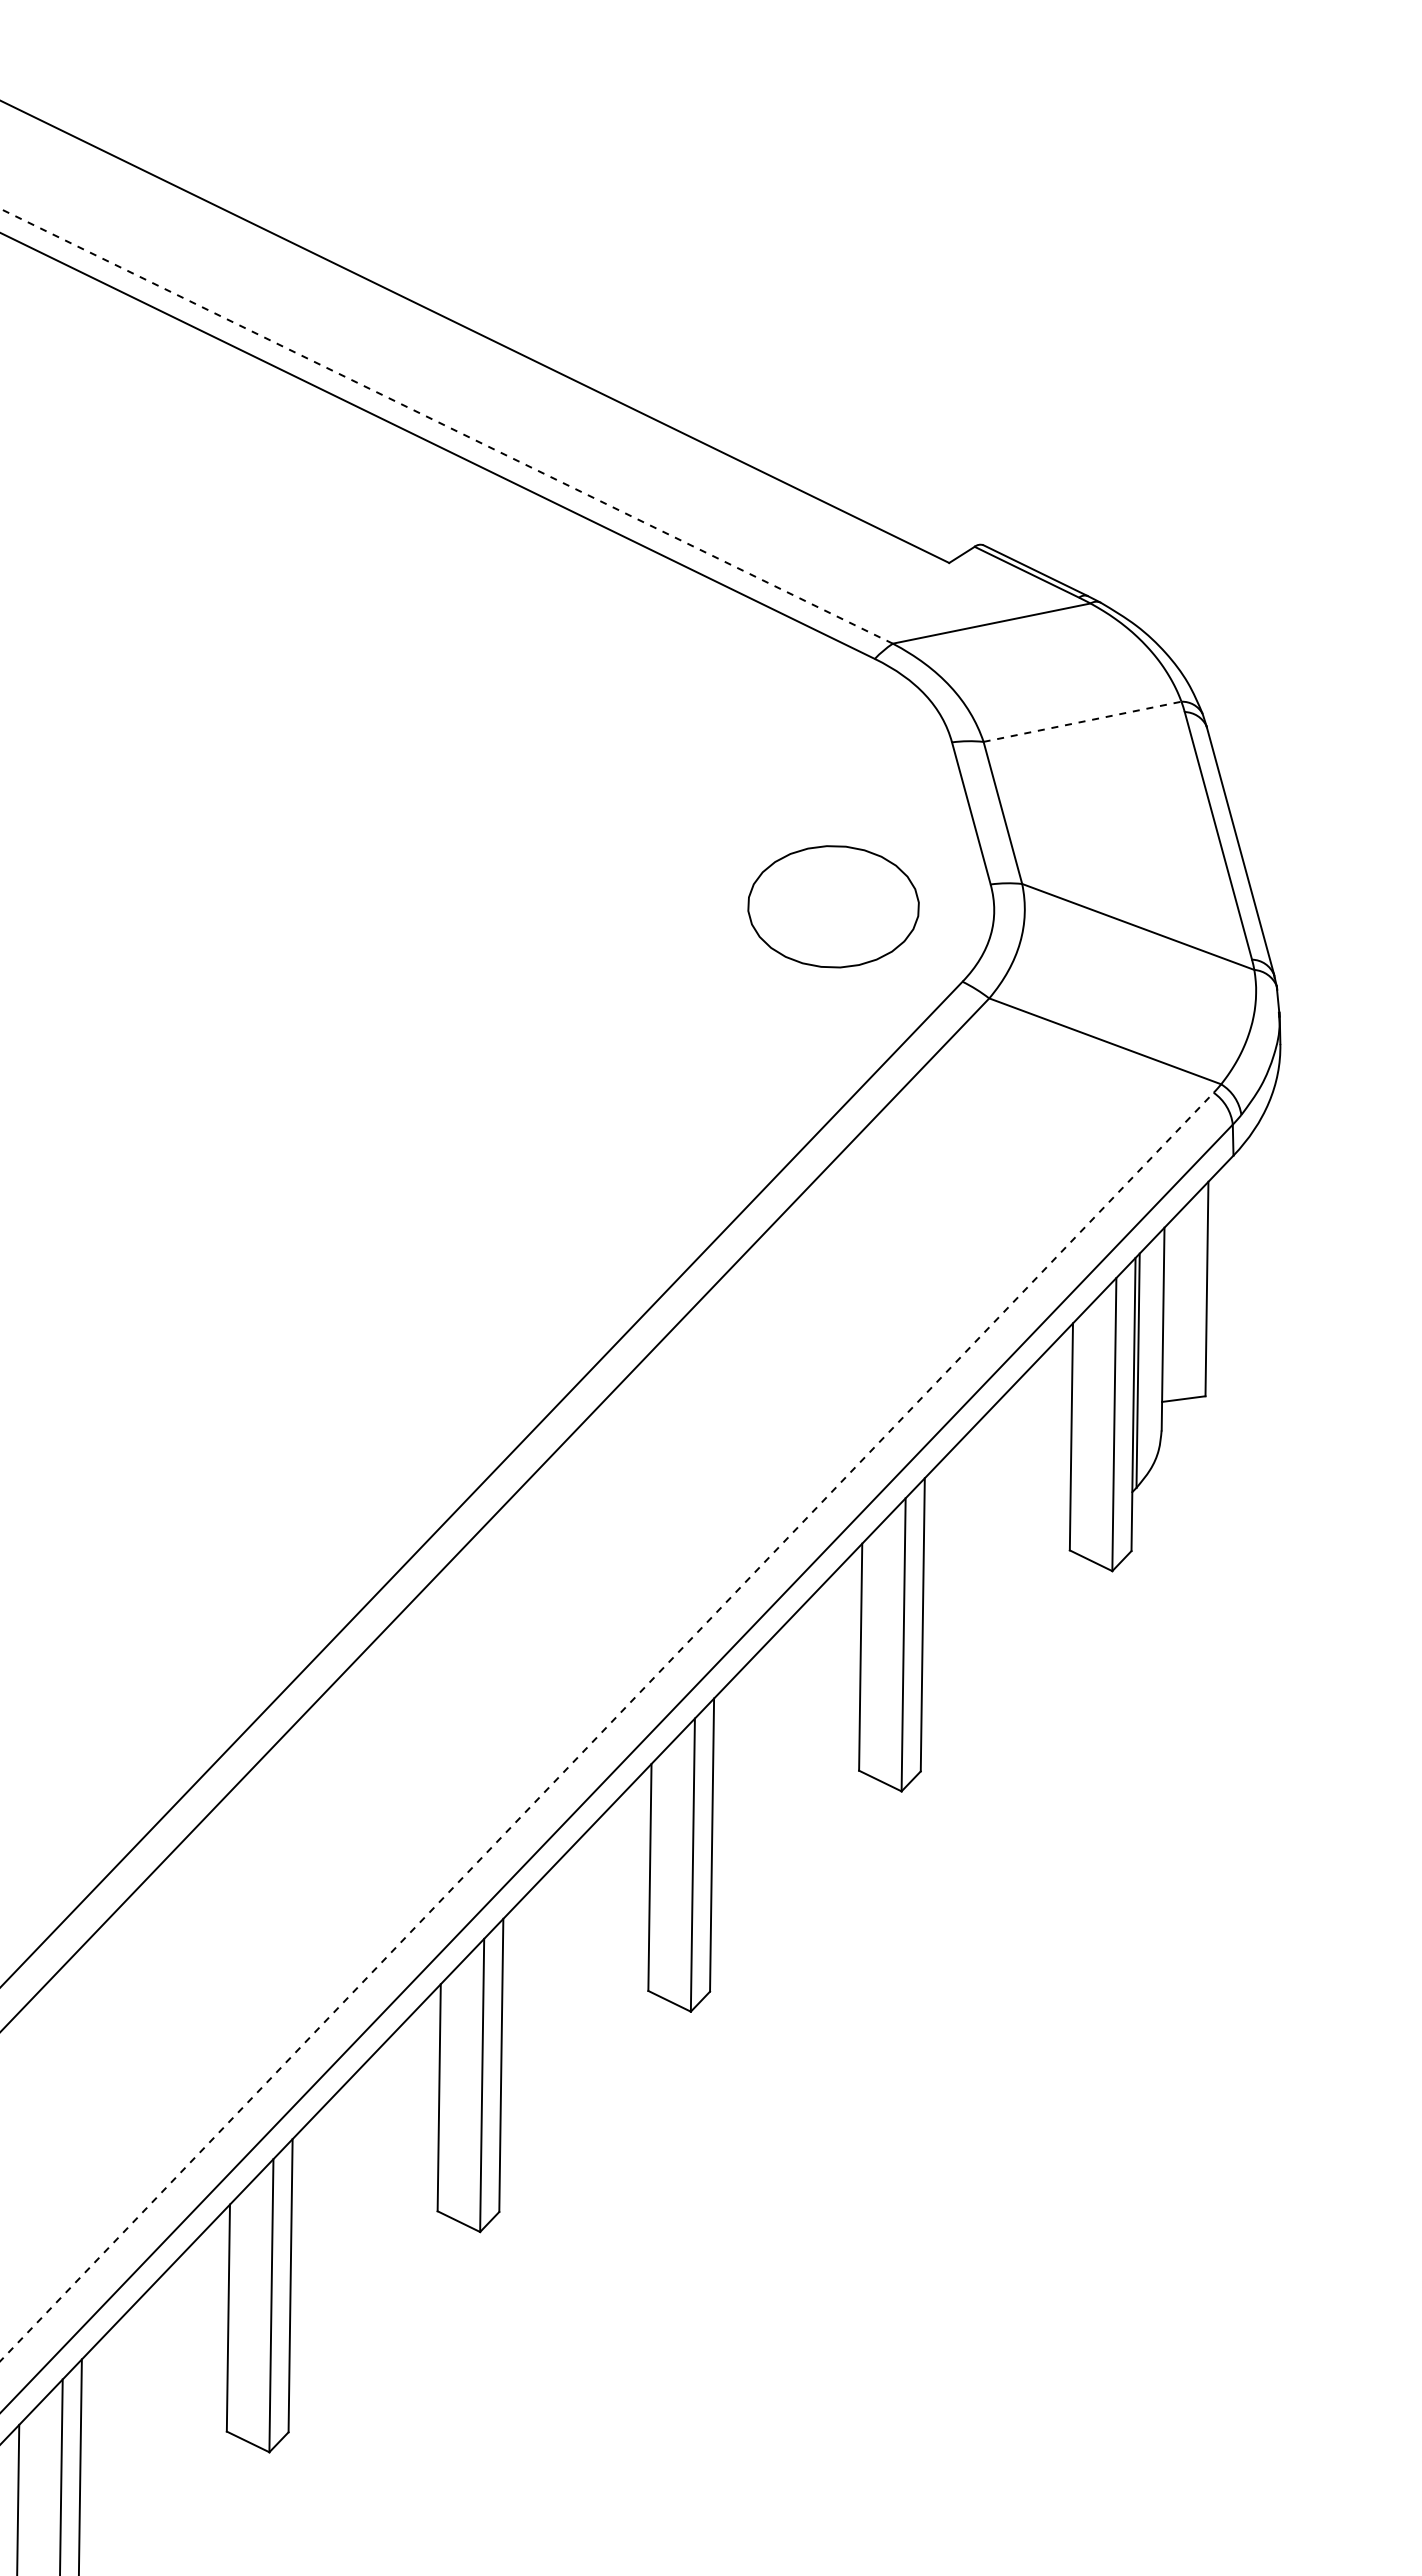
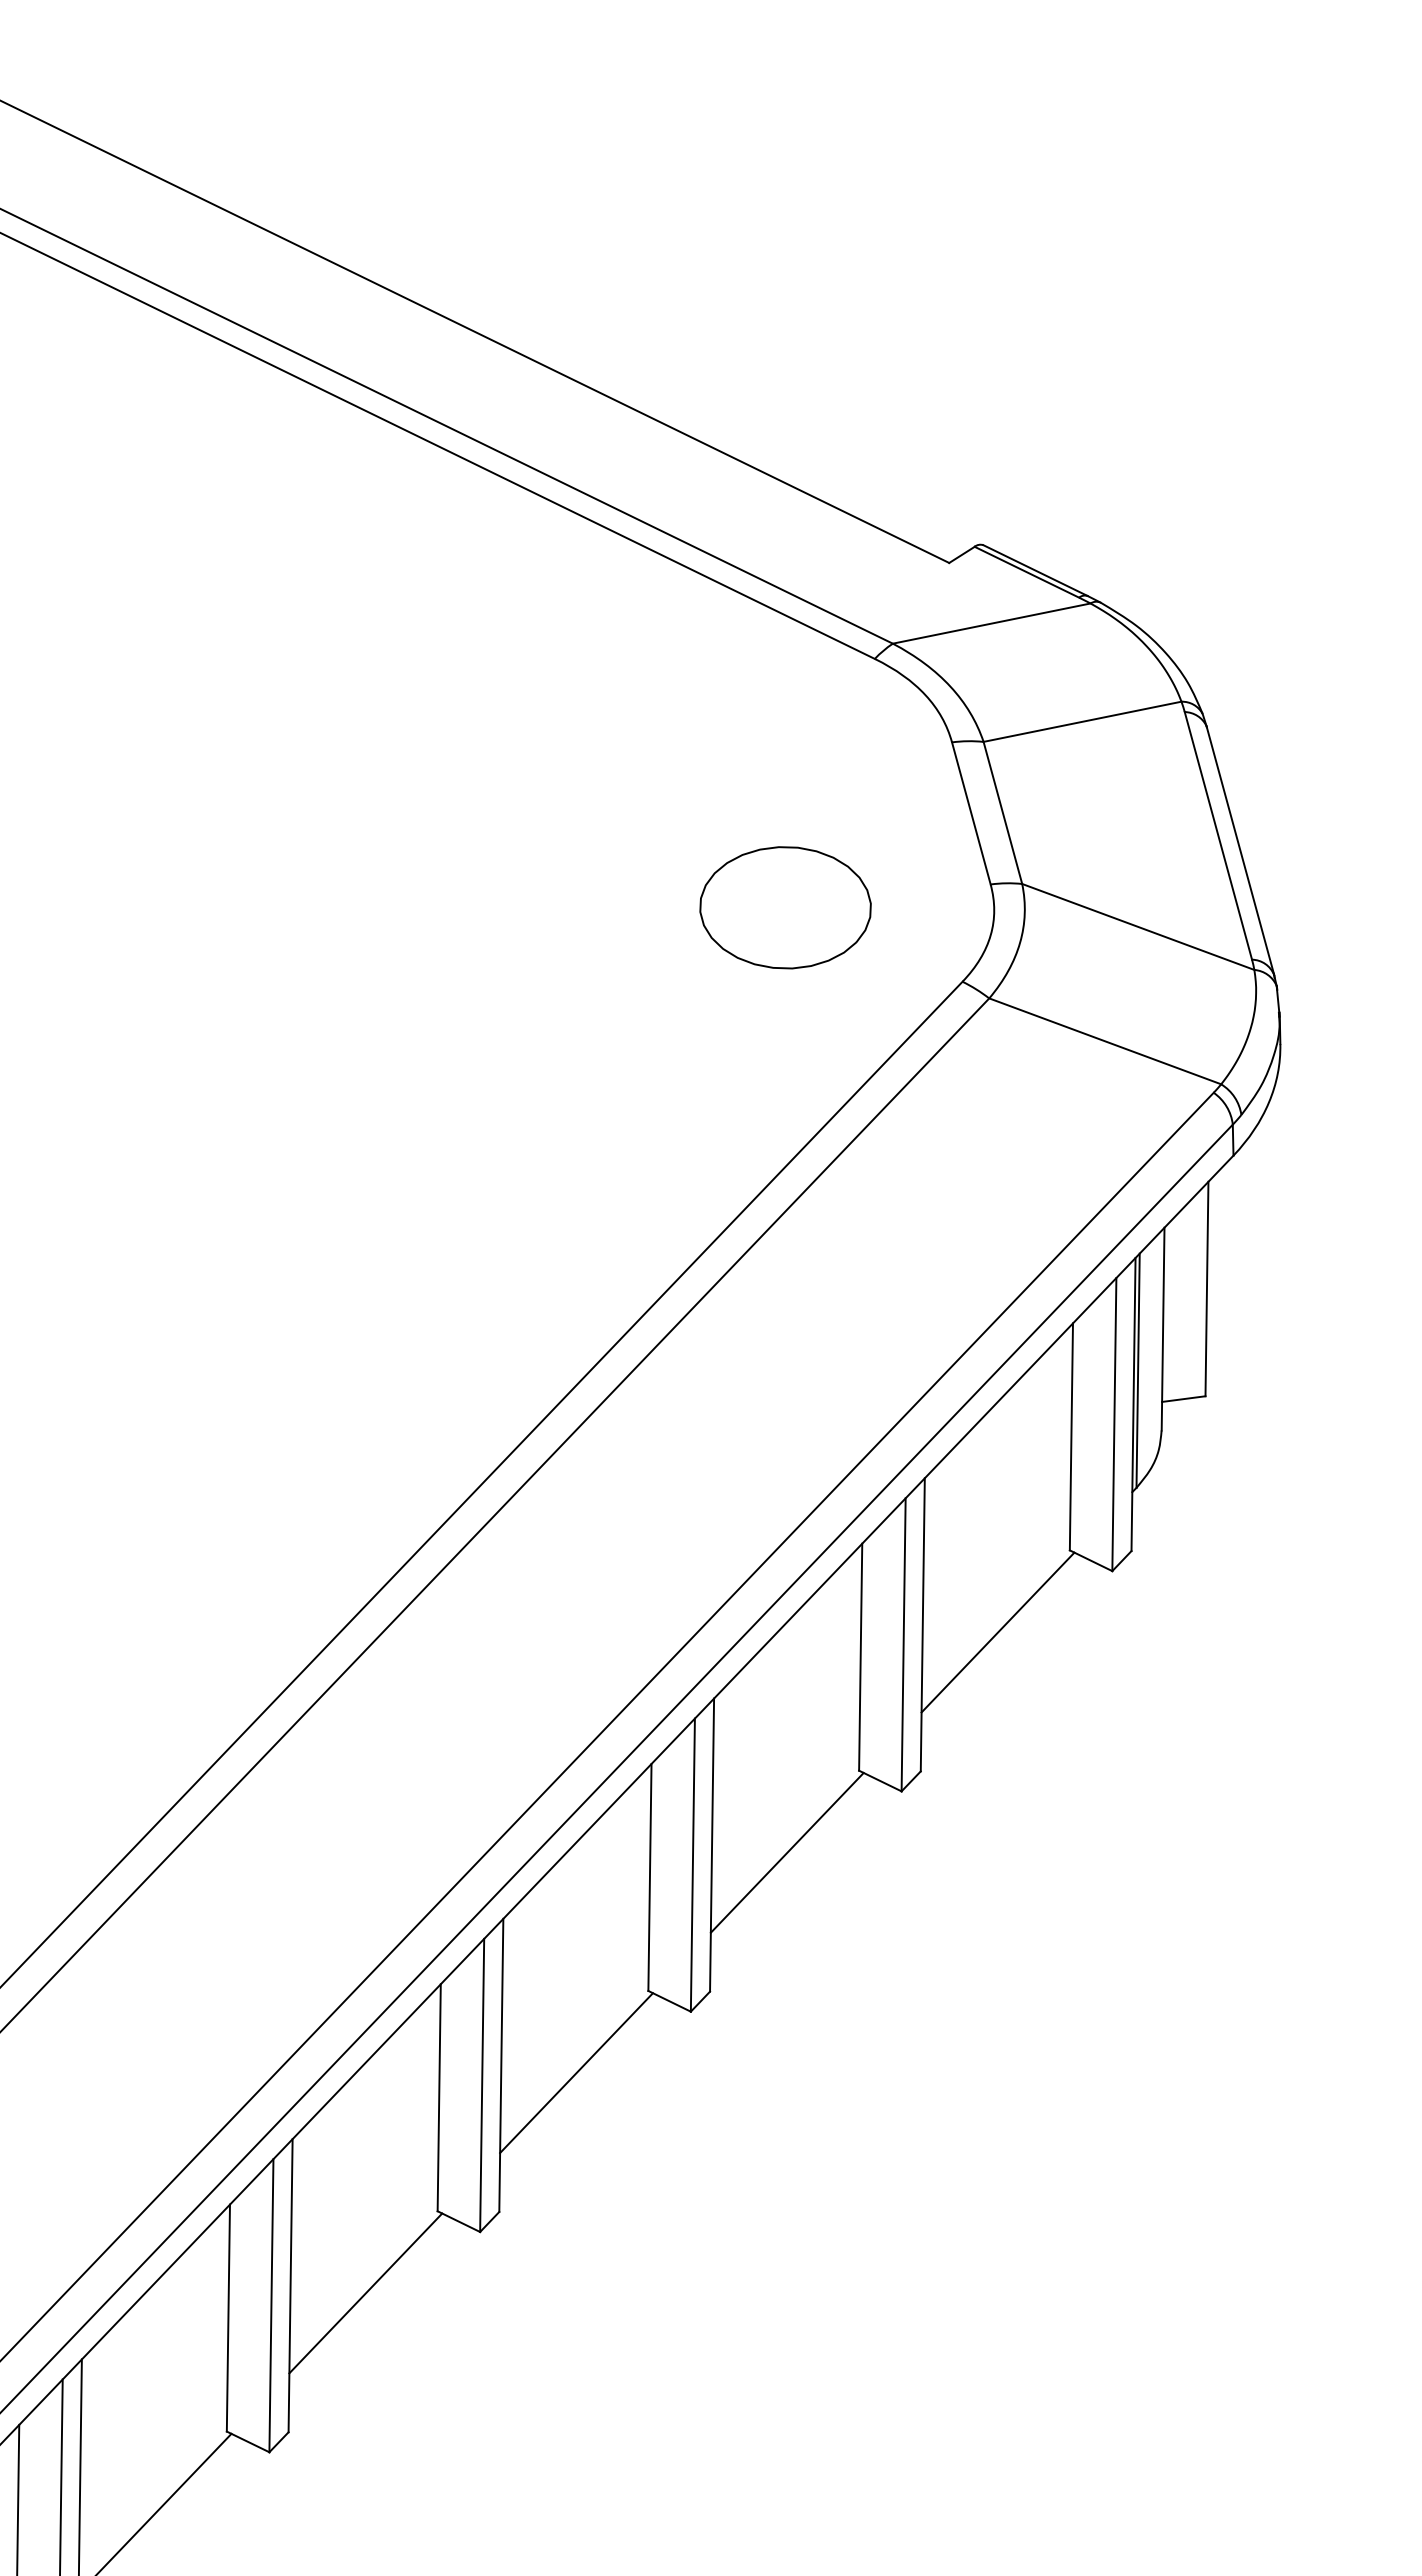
line at (446, 426): dashed -> solid
line at (1082, 721): dashed -> solid
part at (833, 906) position: (833, 906) -> (785, 907)
line at (997, 1632): none -> present
line at (606, 1727): dashed -> solid
line at (786, 1852): none -> present
line at (576, 2073): none -> present
line at (365, 2293): none -> present
line at (164, 2502): none -> present
